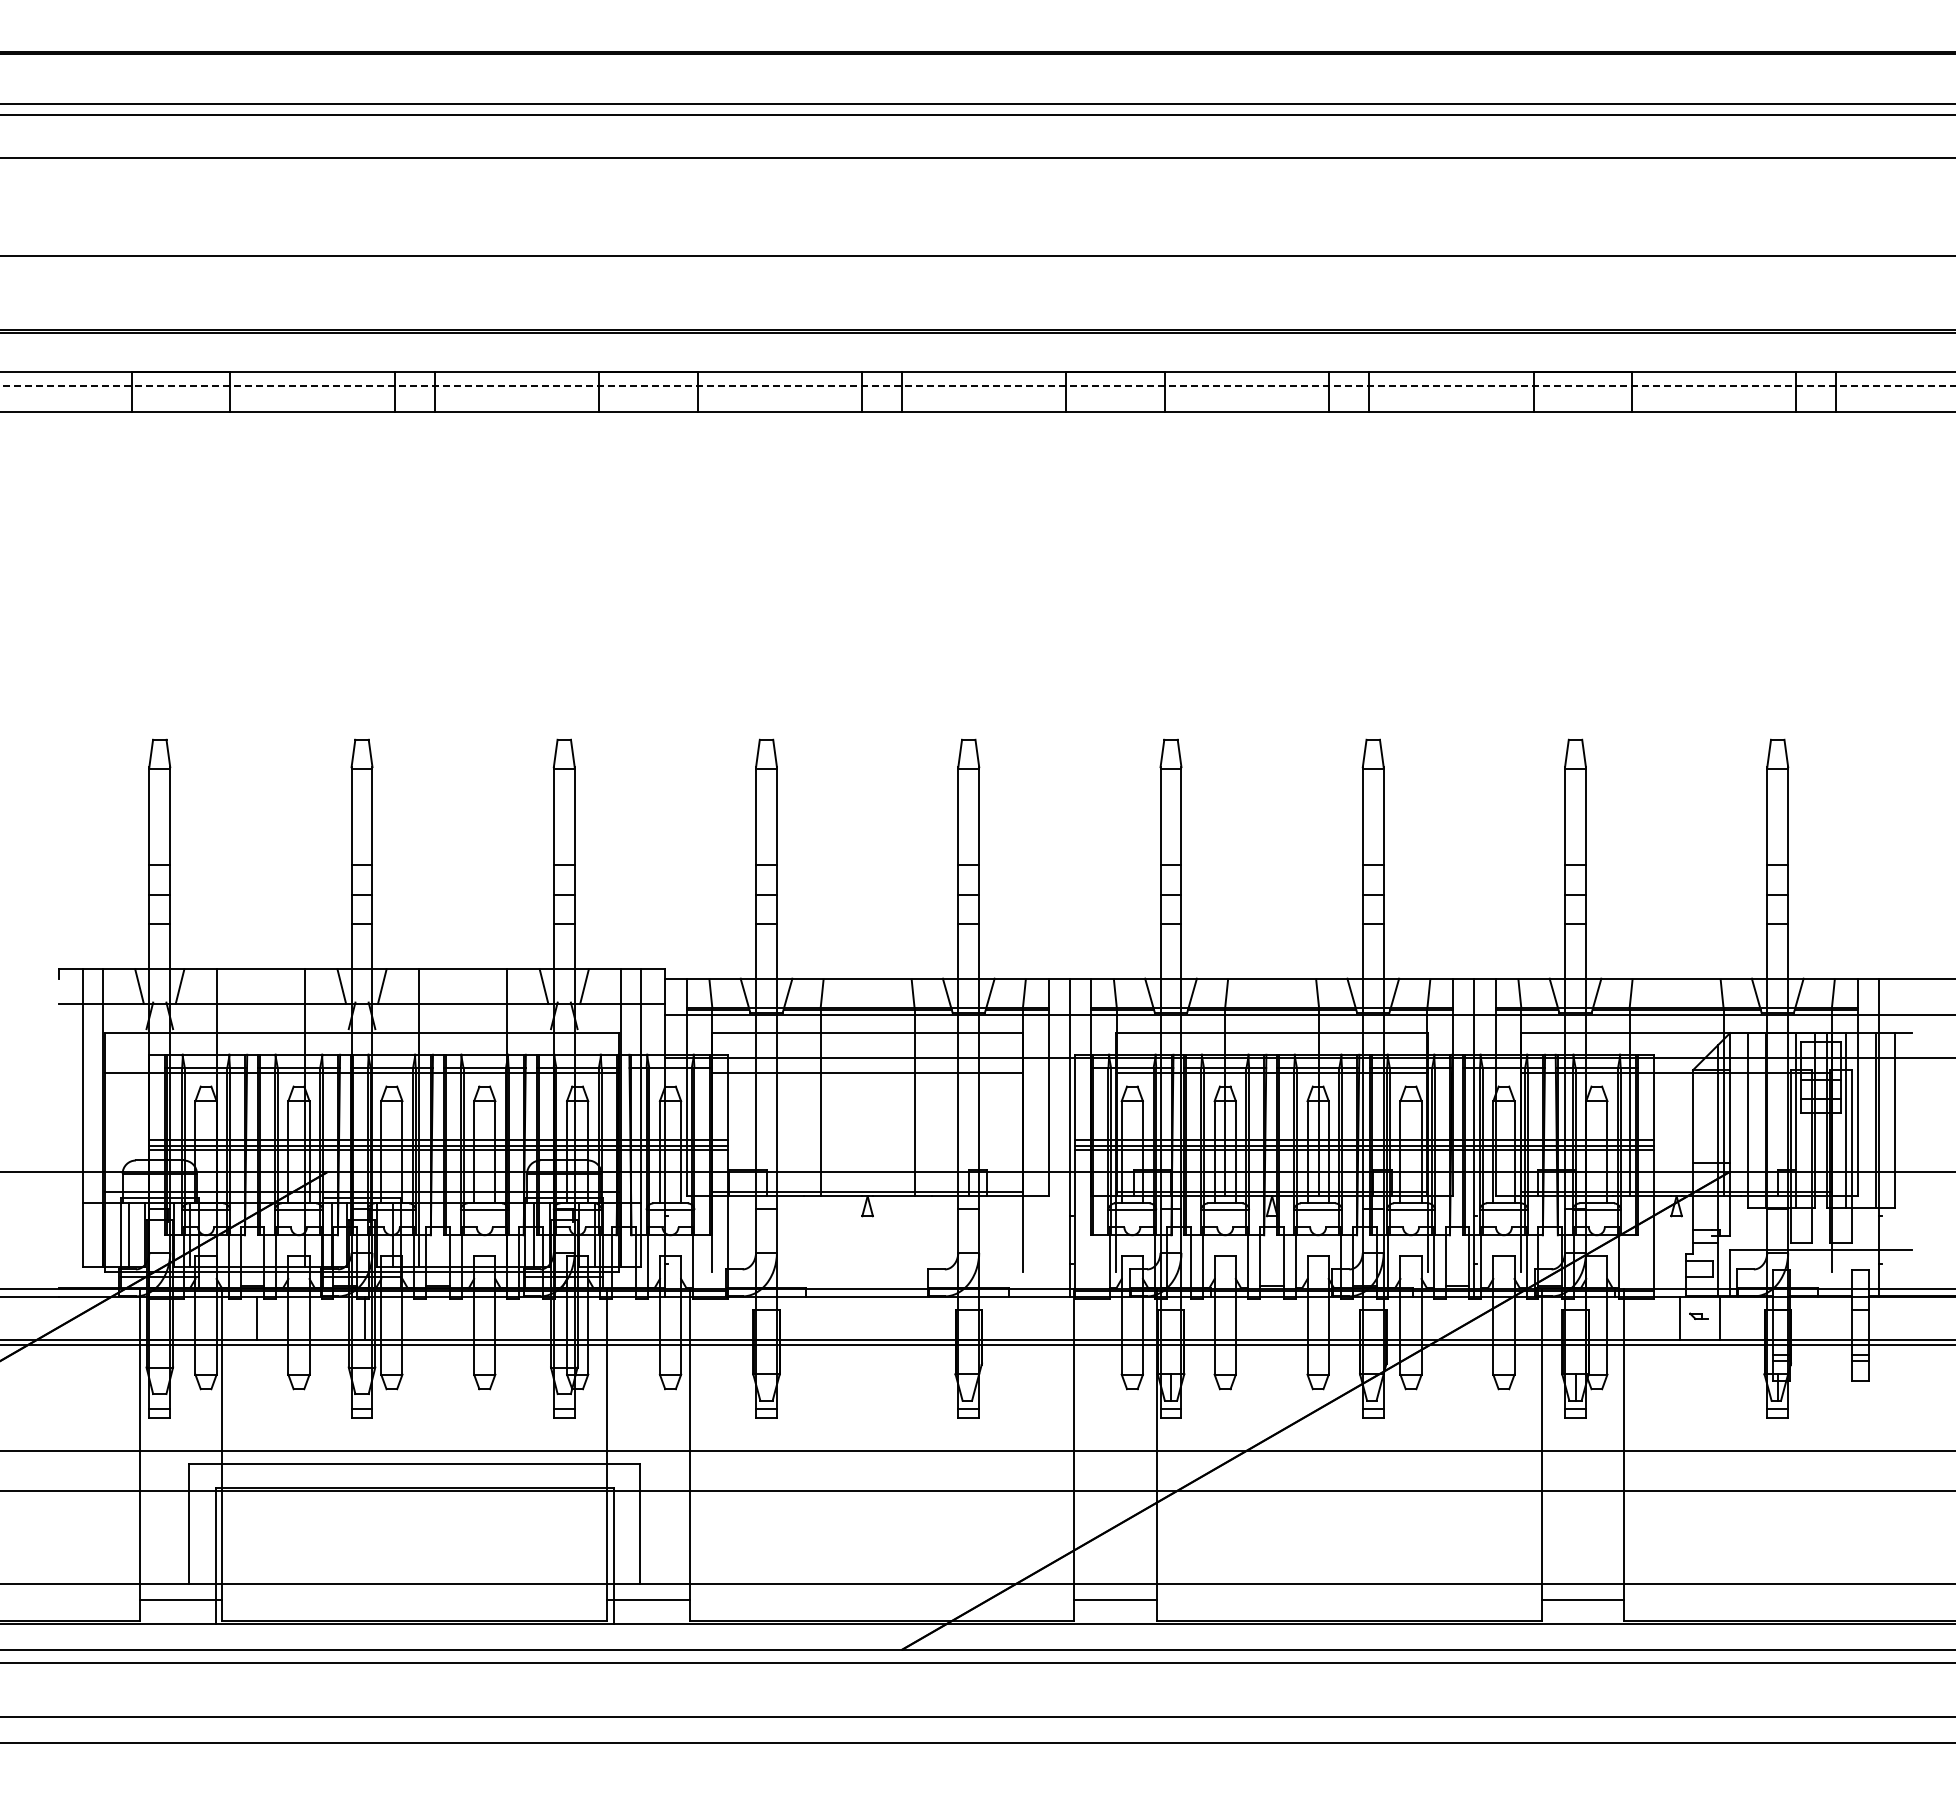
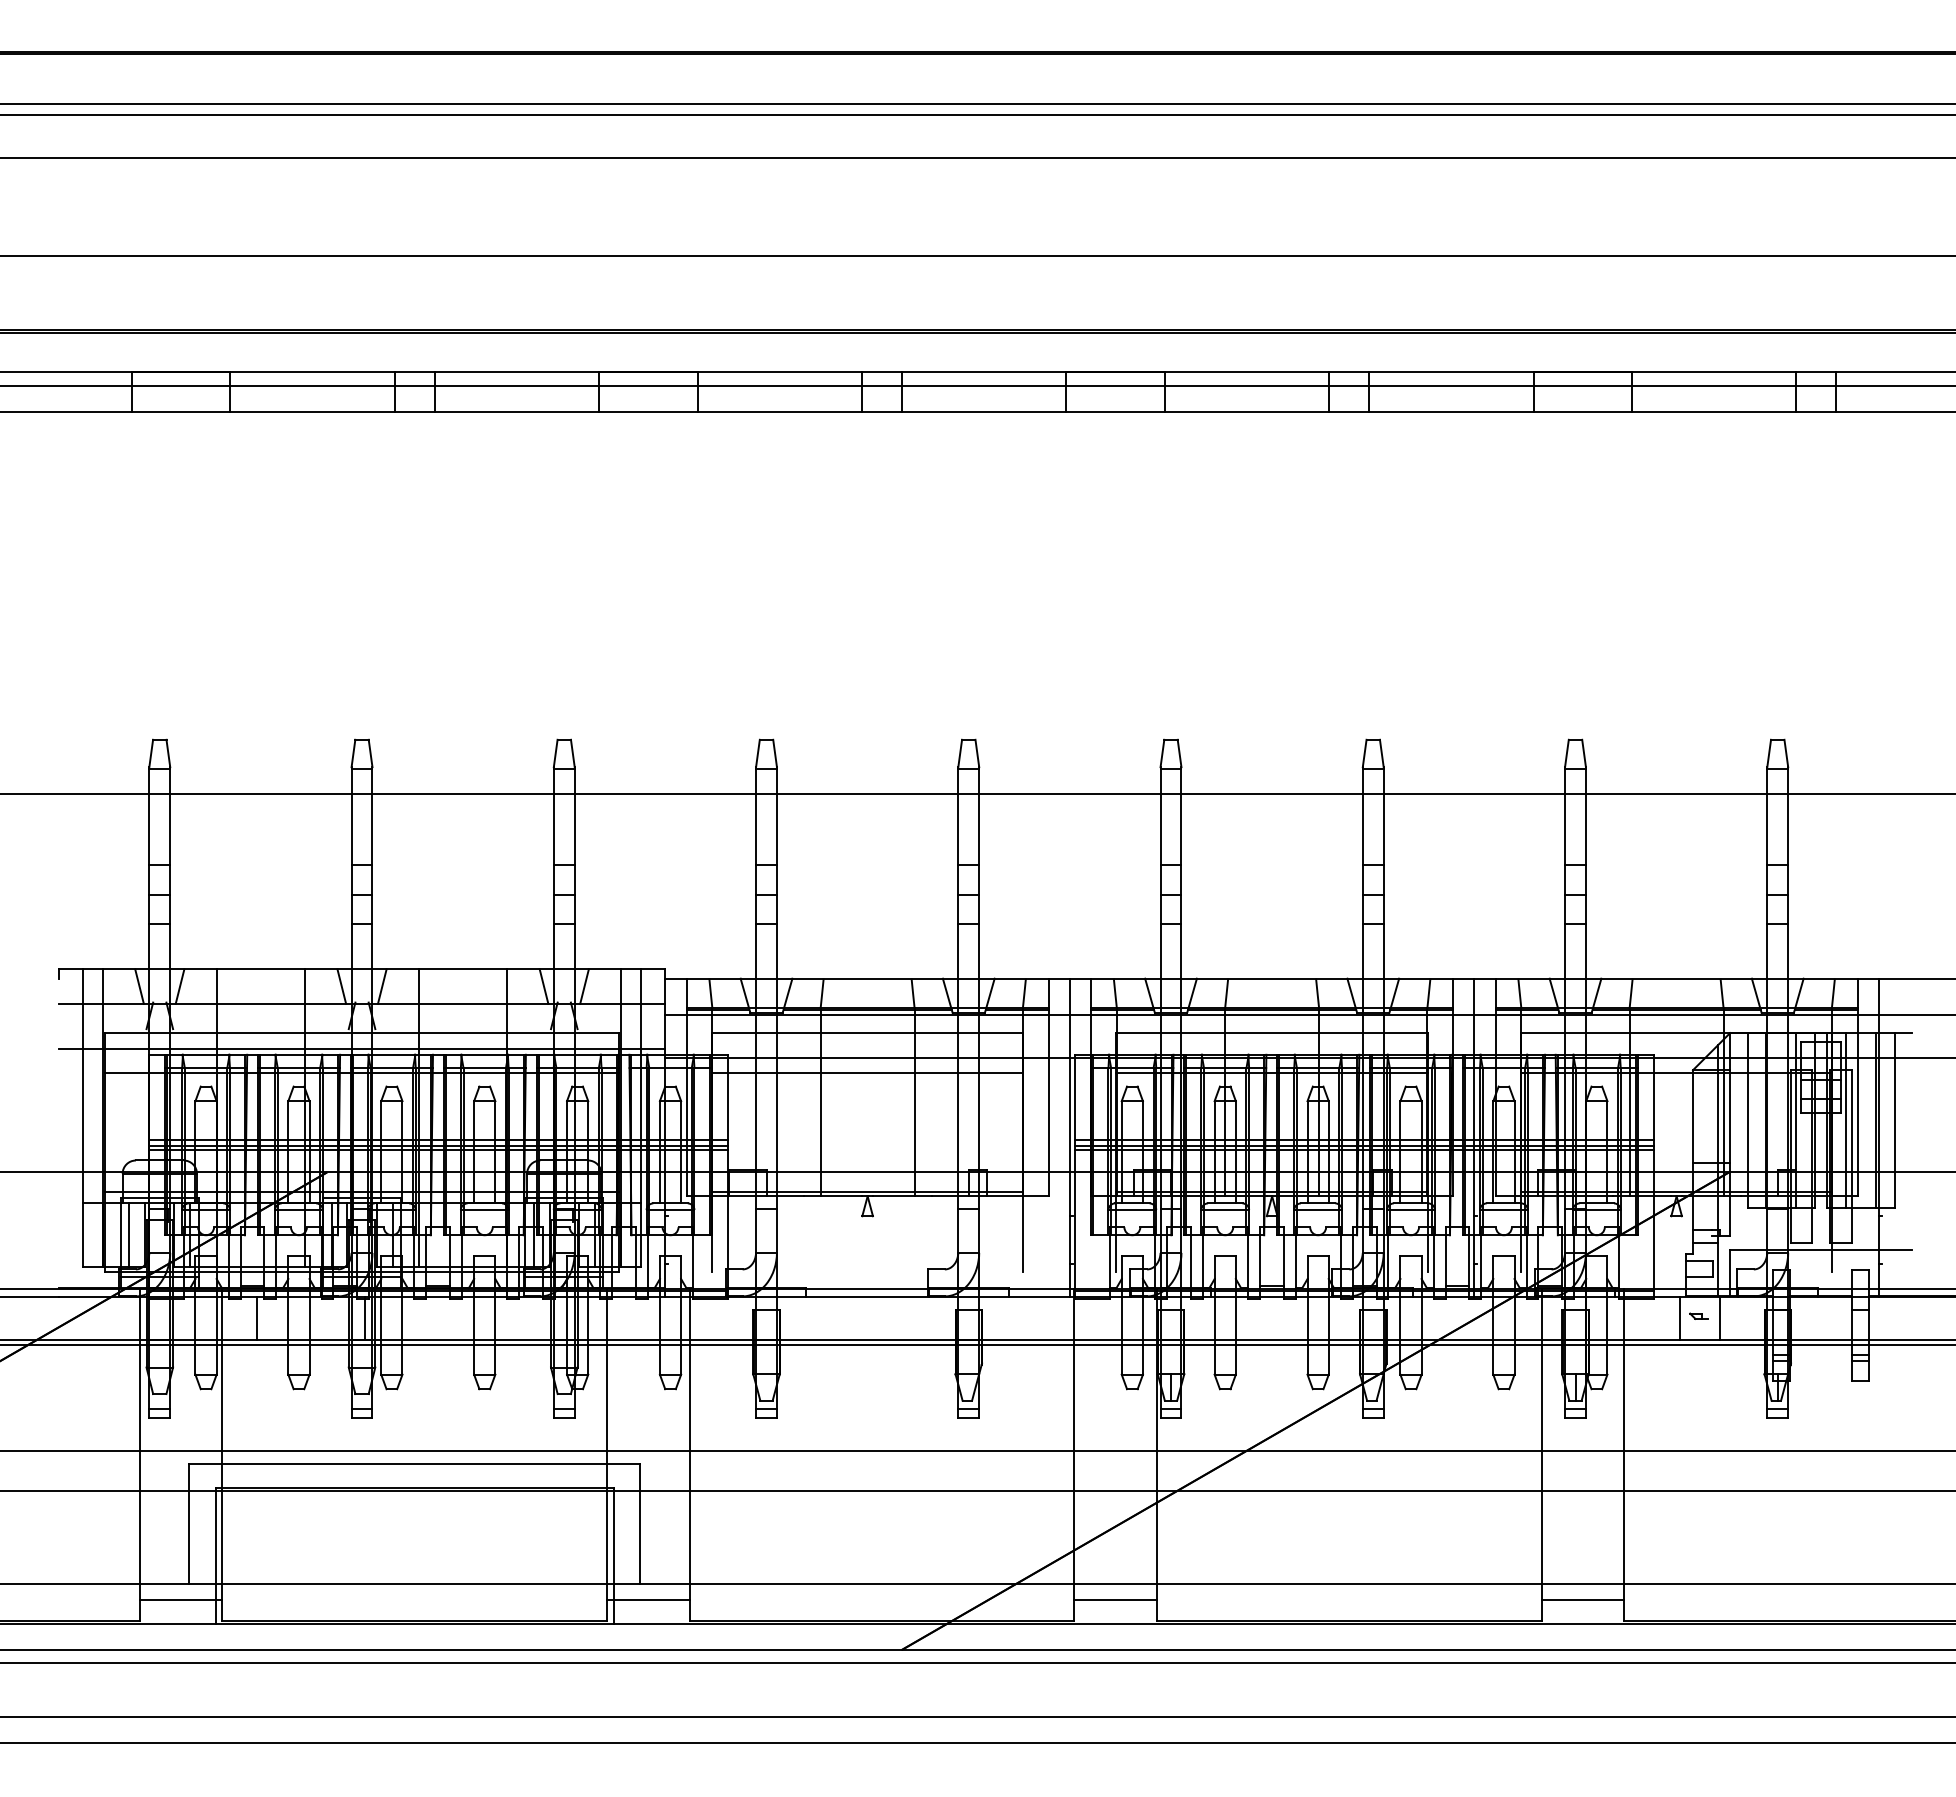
line at (978, 385): dashed -> solid
line at (977, 794): none -> present
line at (361, 1049): none -> present
